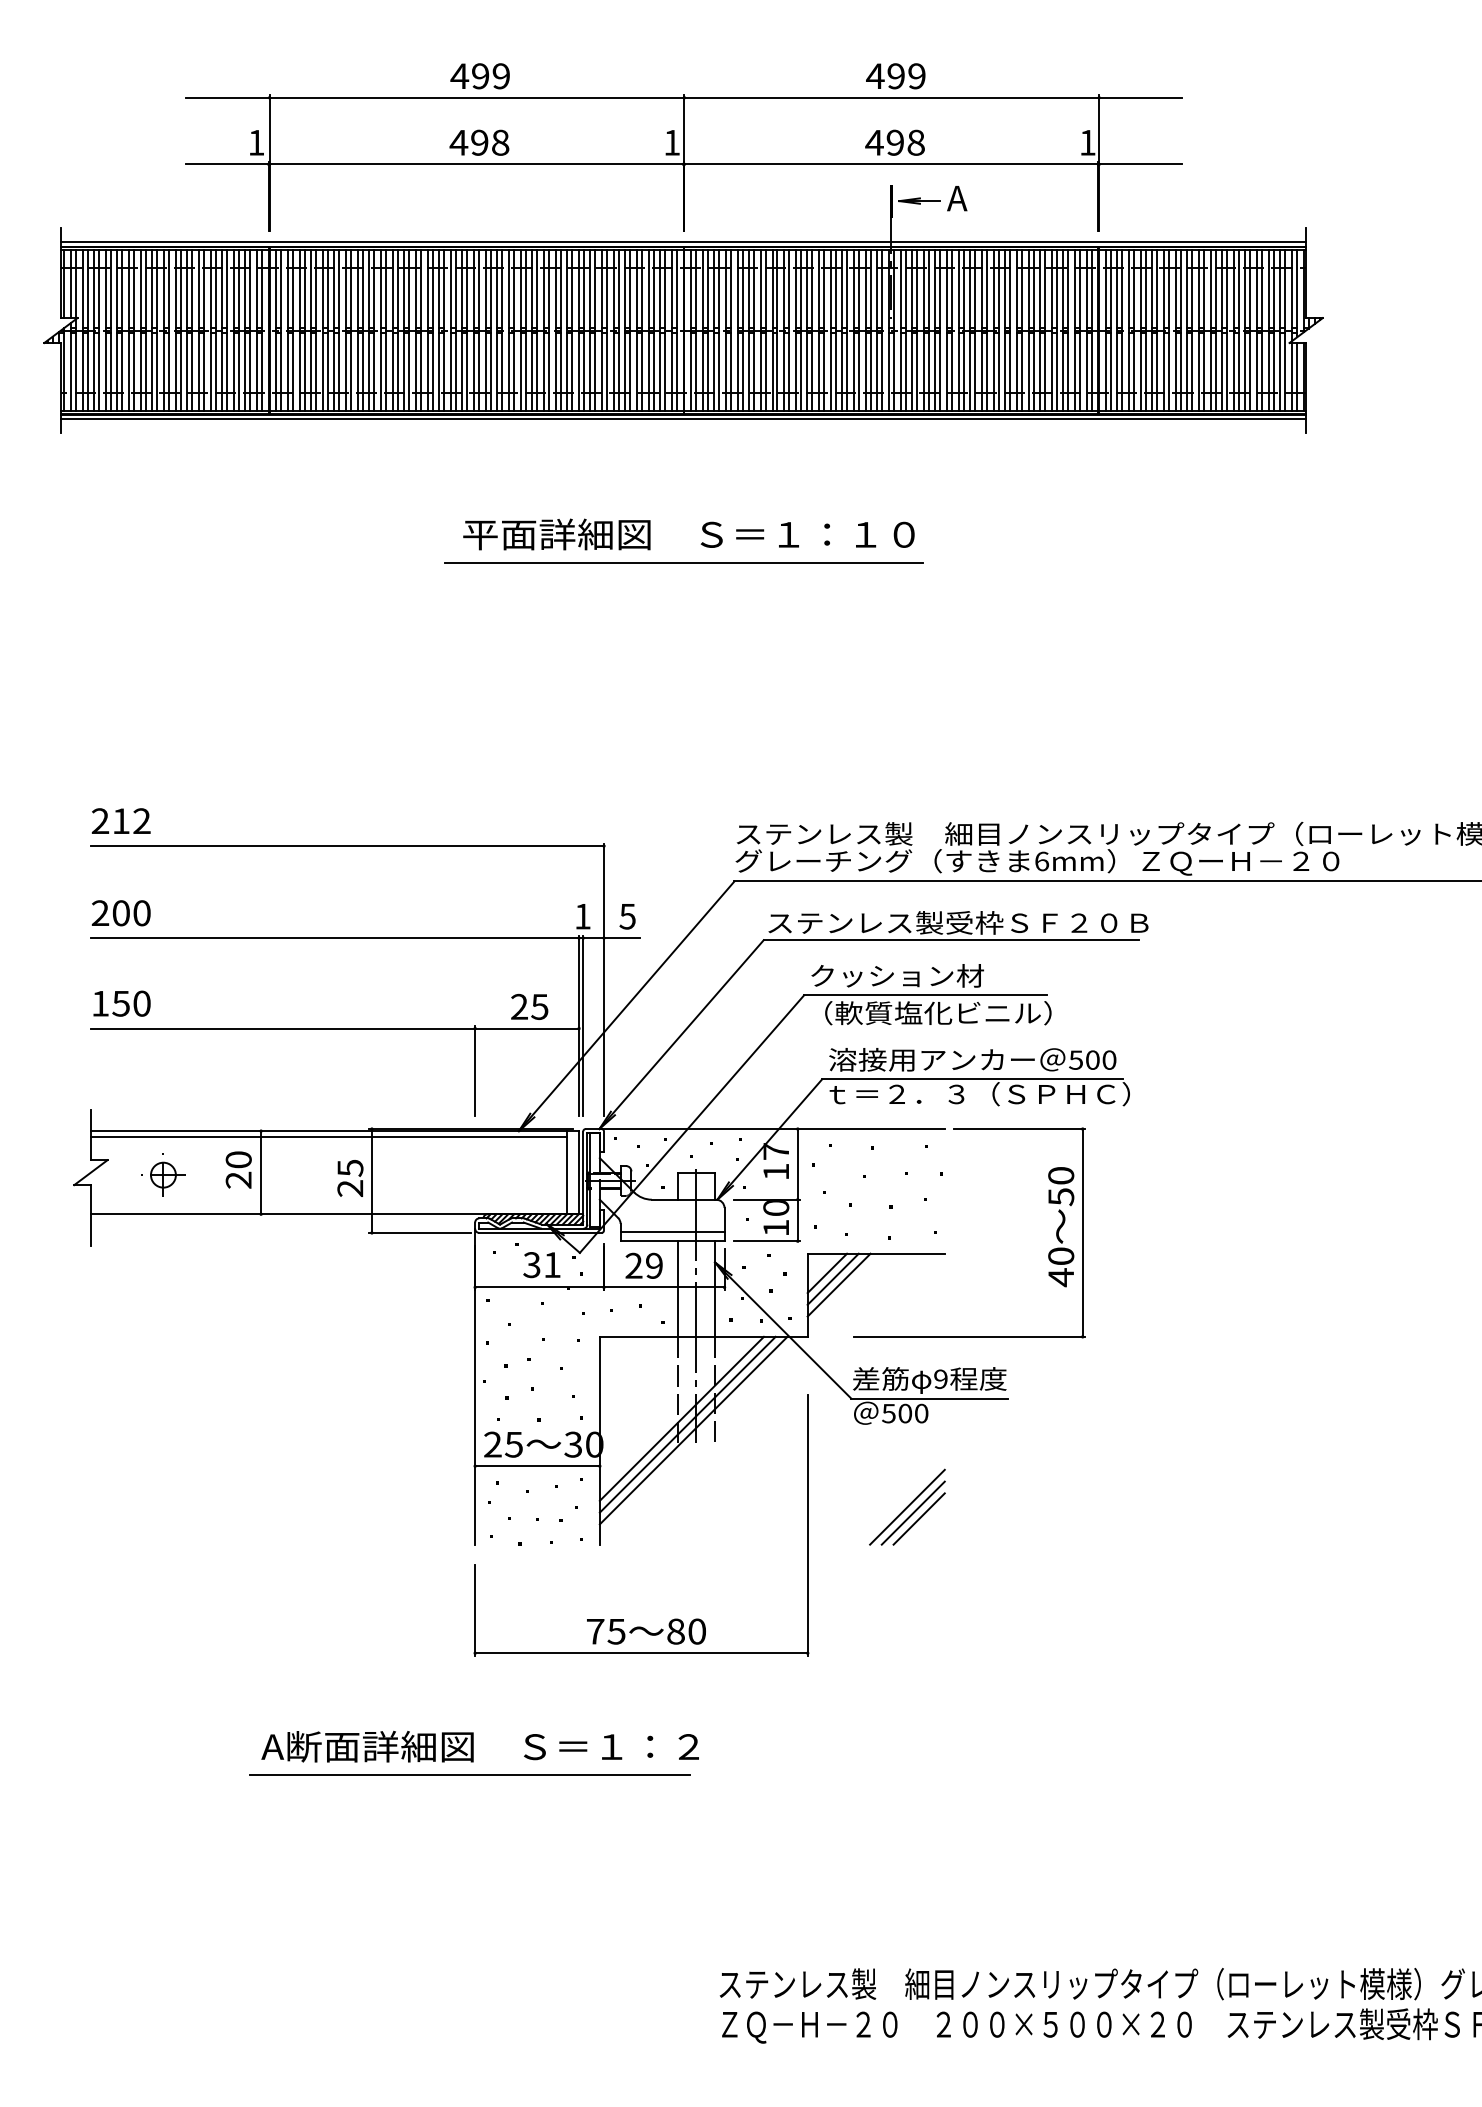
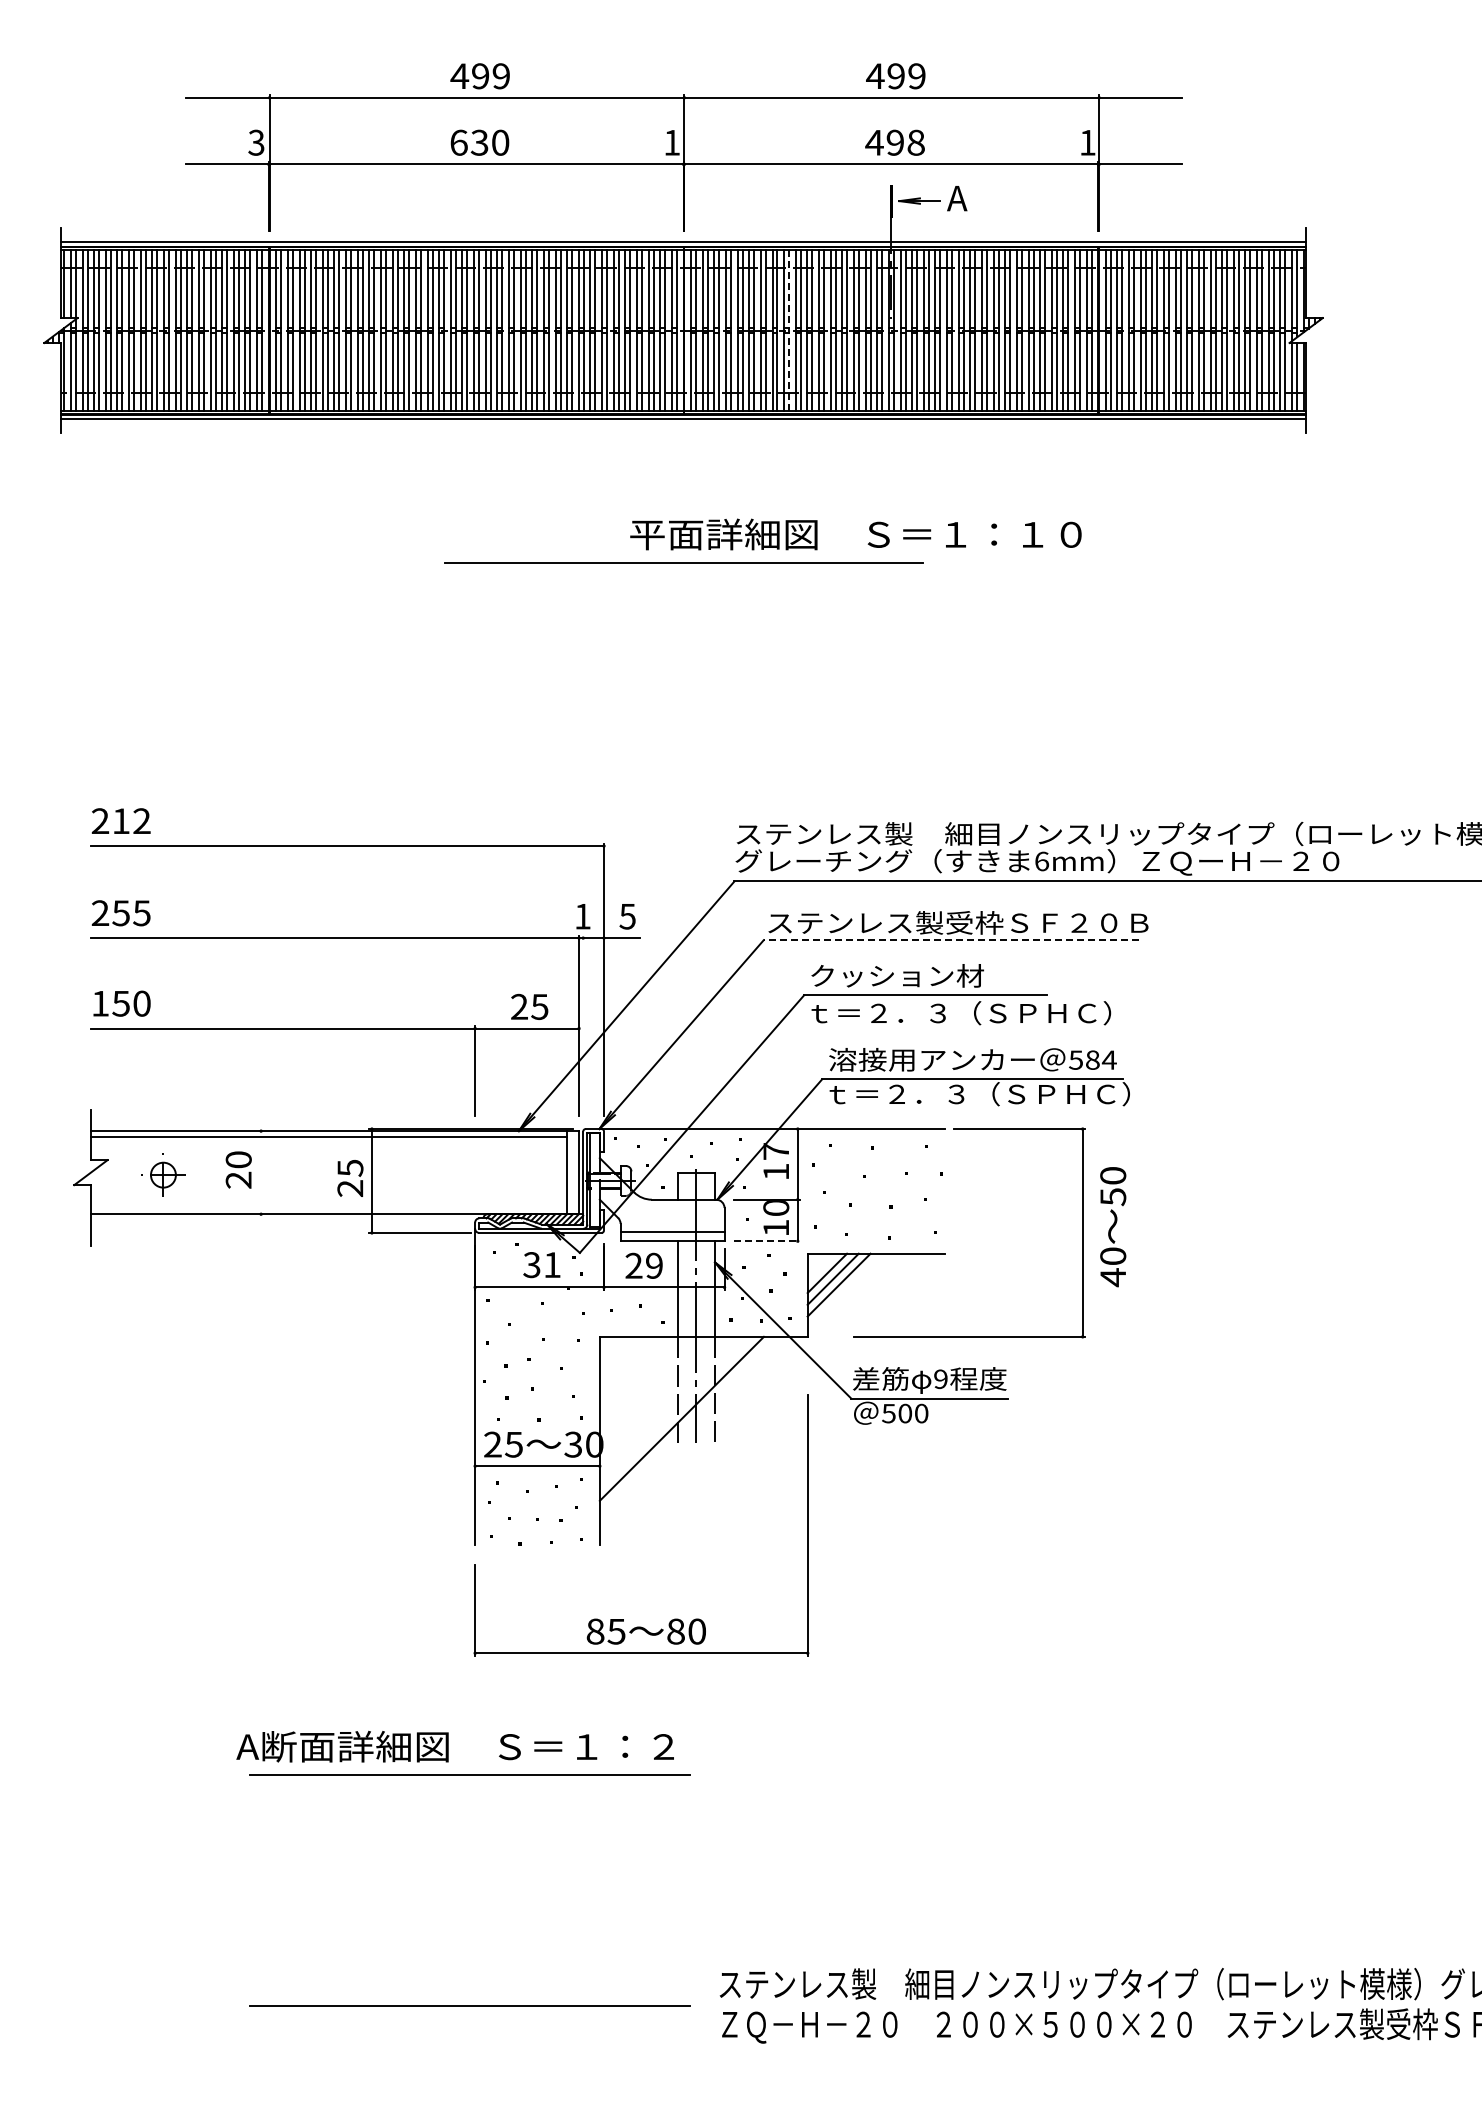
text at (256, 142): 1 -> 3
text at (479, 142): 498 -> 630
line at (789, 330): solid -> dashed
text at (688, 534) position: (688, 534) -> (855, 534)
text at (131, 913): 200 -> 255
line at (950, 940): solid -> dashed
text at (961, 1013): （軟質塩化ビニル） -> ｔ＝２．３（ＳＰＨＣ）
line at (583, 1025): present -> none
text at (1101, 1059): 500 -> 584
line at (261, 1172): present -> none
text at (1061, 1227) position: (1061, 1227) -> (1113, 1227)
line at (767, 1241): solid -> dashed
line at (687, 1424): present -> none
line at (693, 1430): present -> none
line at (907, 1506): present -> none
line at (912, 1512): present -> none
line at (918, 1518): present -> none
text at (595, 1631): 75 -> 85
text at (479, 1746) position: (479, 1746) -> (454, 1746)
line at (469, 2005): none -> present
